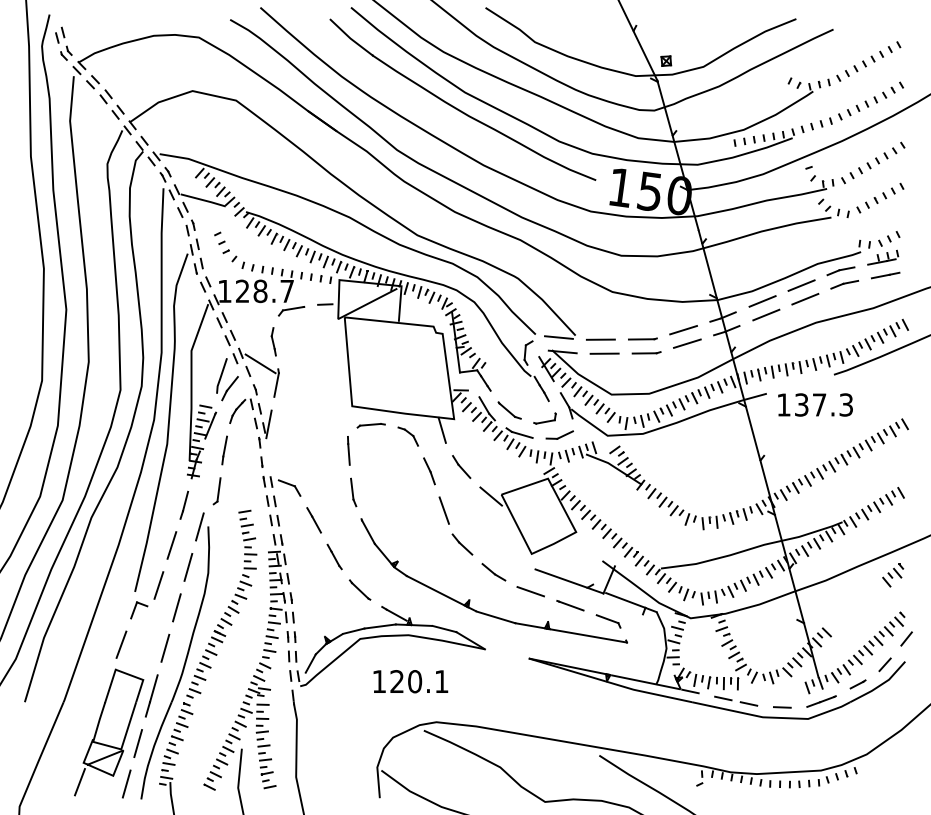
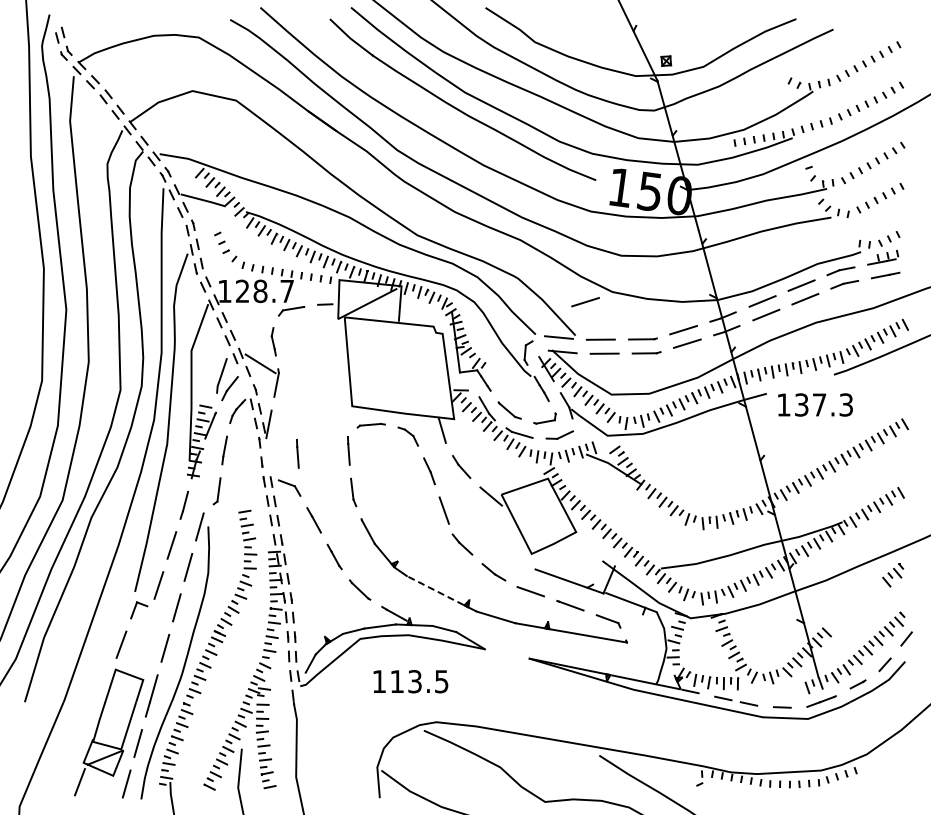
line at (585, 302): none -> present
line at (297, 453): none -> present
line at (435, 590): solid -> dashed
text at (419, 681): 120.1 -> 113.5
